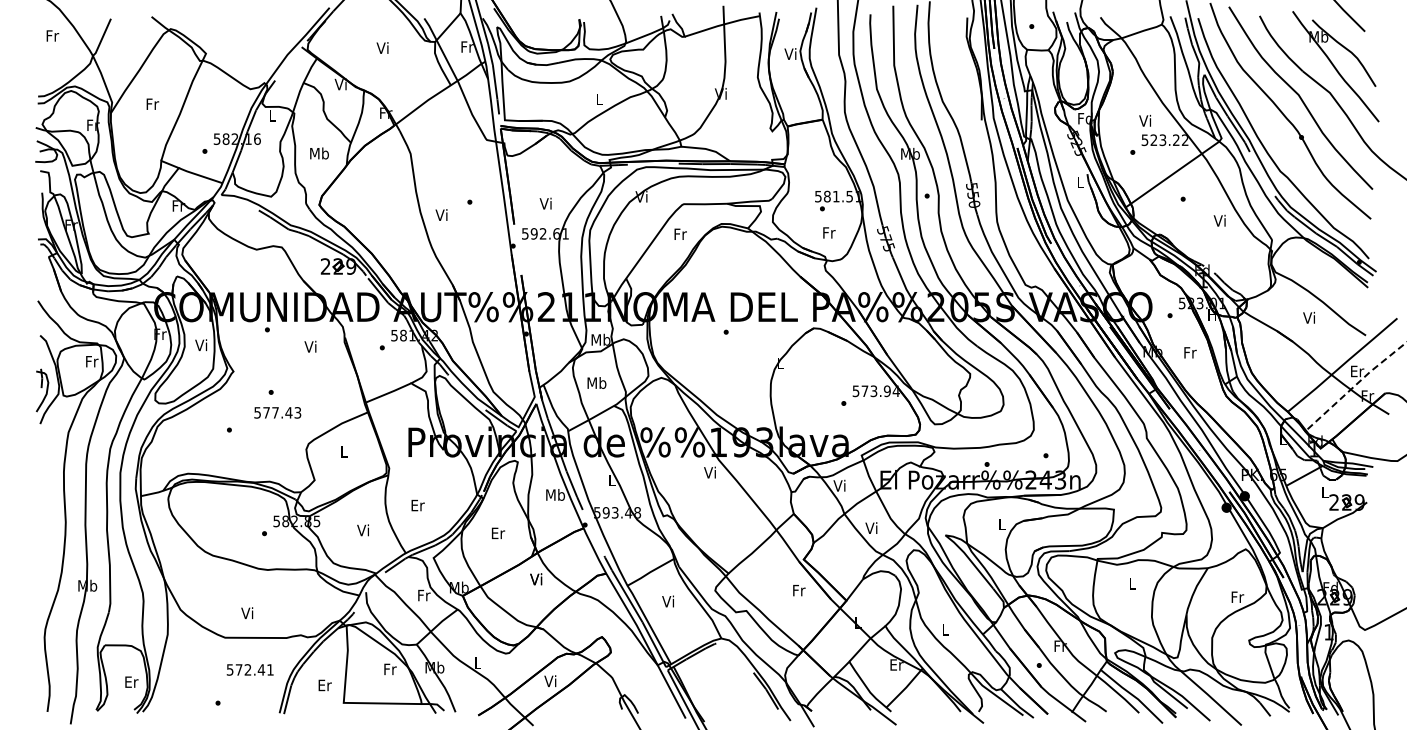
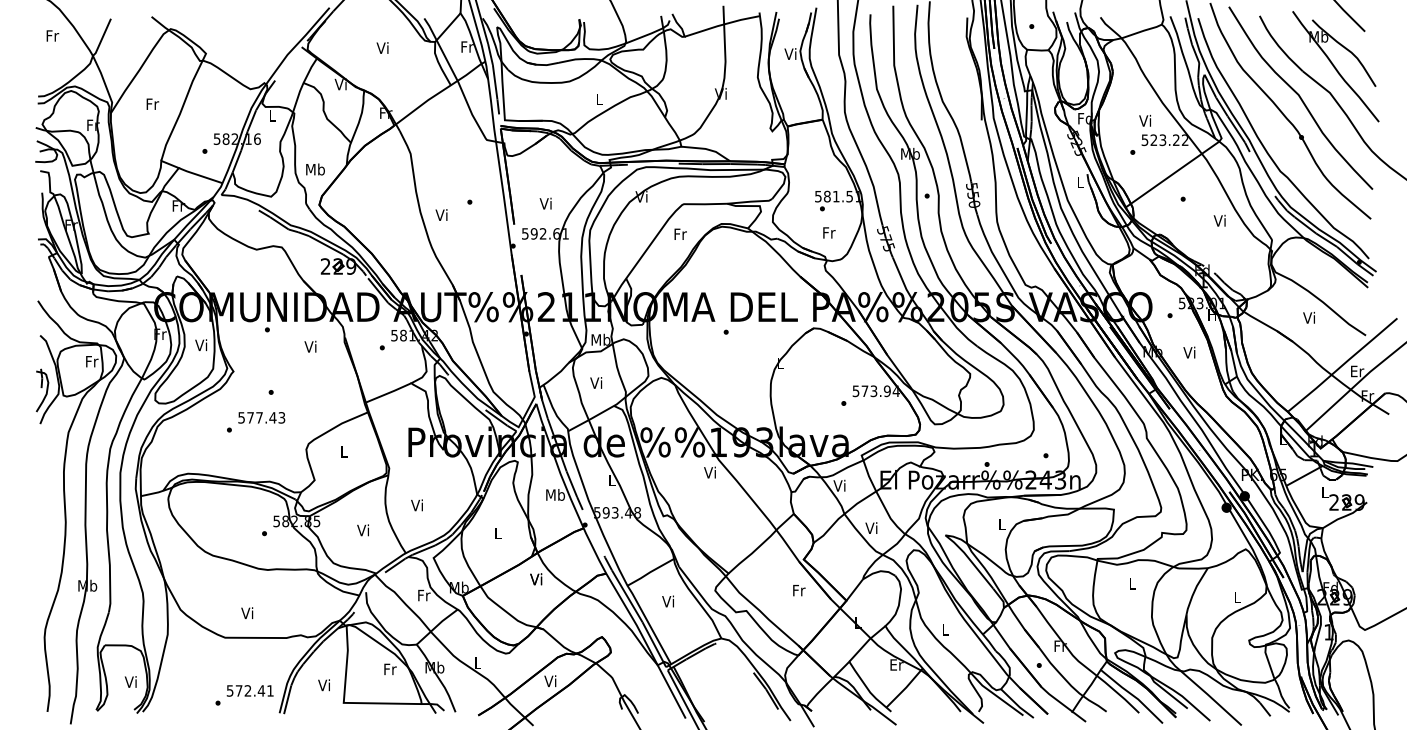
text at (319, 153) position: (319, 153) -> (315, 169)
text at (1189, 352): Fr -> Vi
text at (596, 382): Mb -> Vi
line at (1355, 385): dashed -> solid
text at (277, 412) position: (277, 412) -> (261, 417)
text at (417, 505): Er -> Vi
text at (498, 533): Er -> L
text at (1237, 596): Fr -> L
text at (249, 669) position: (249, 669) -> (249, 690)
text at (131, 681): Er -> Vi
text at (324, 685): Er -> Vi
